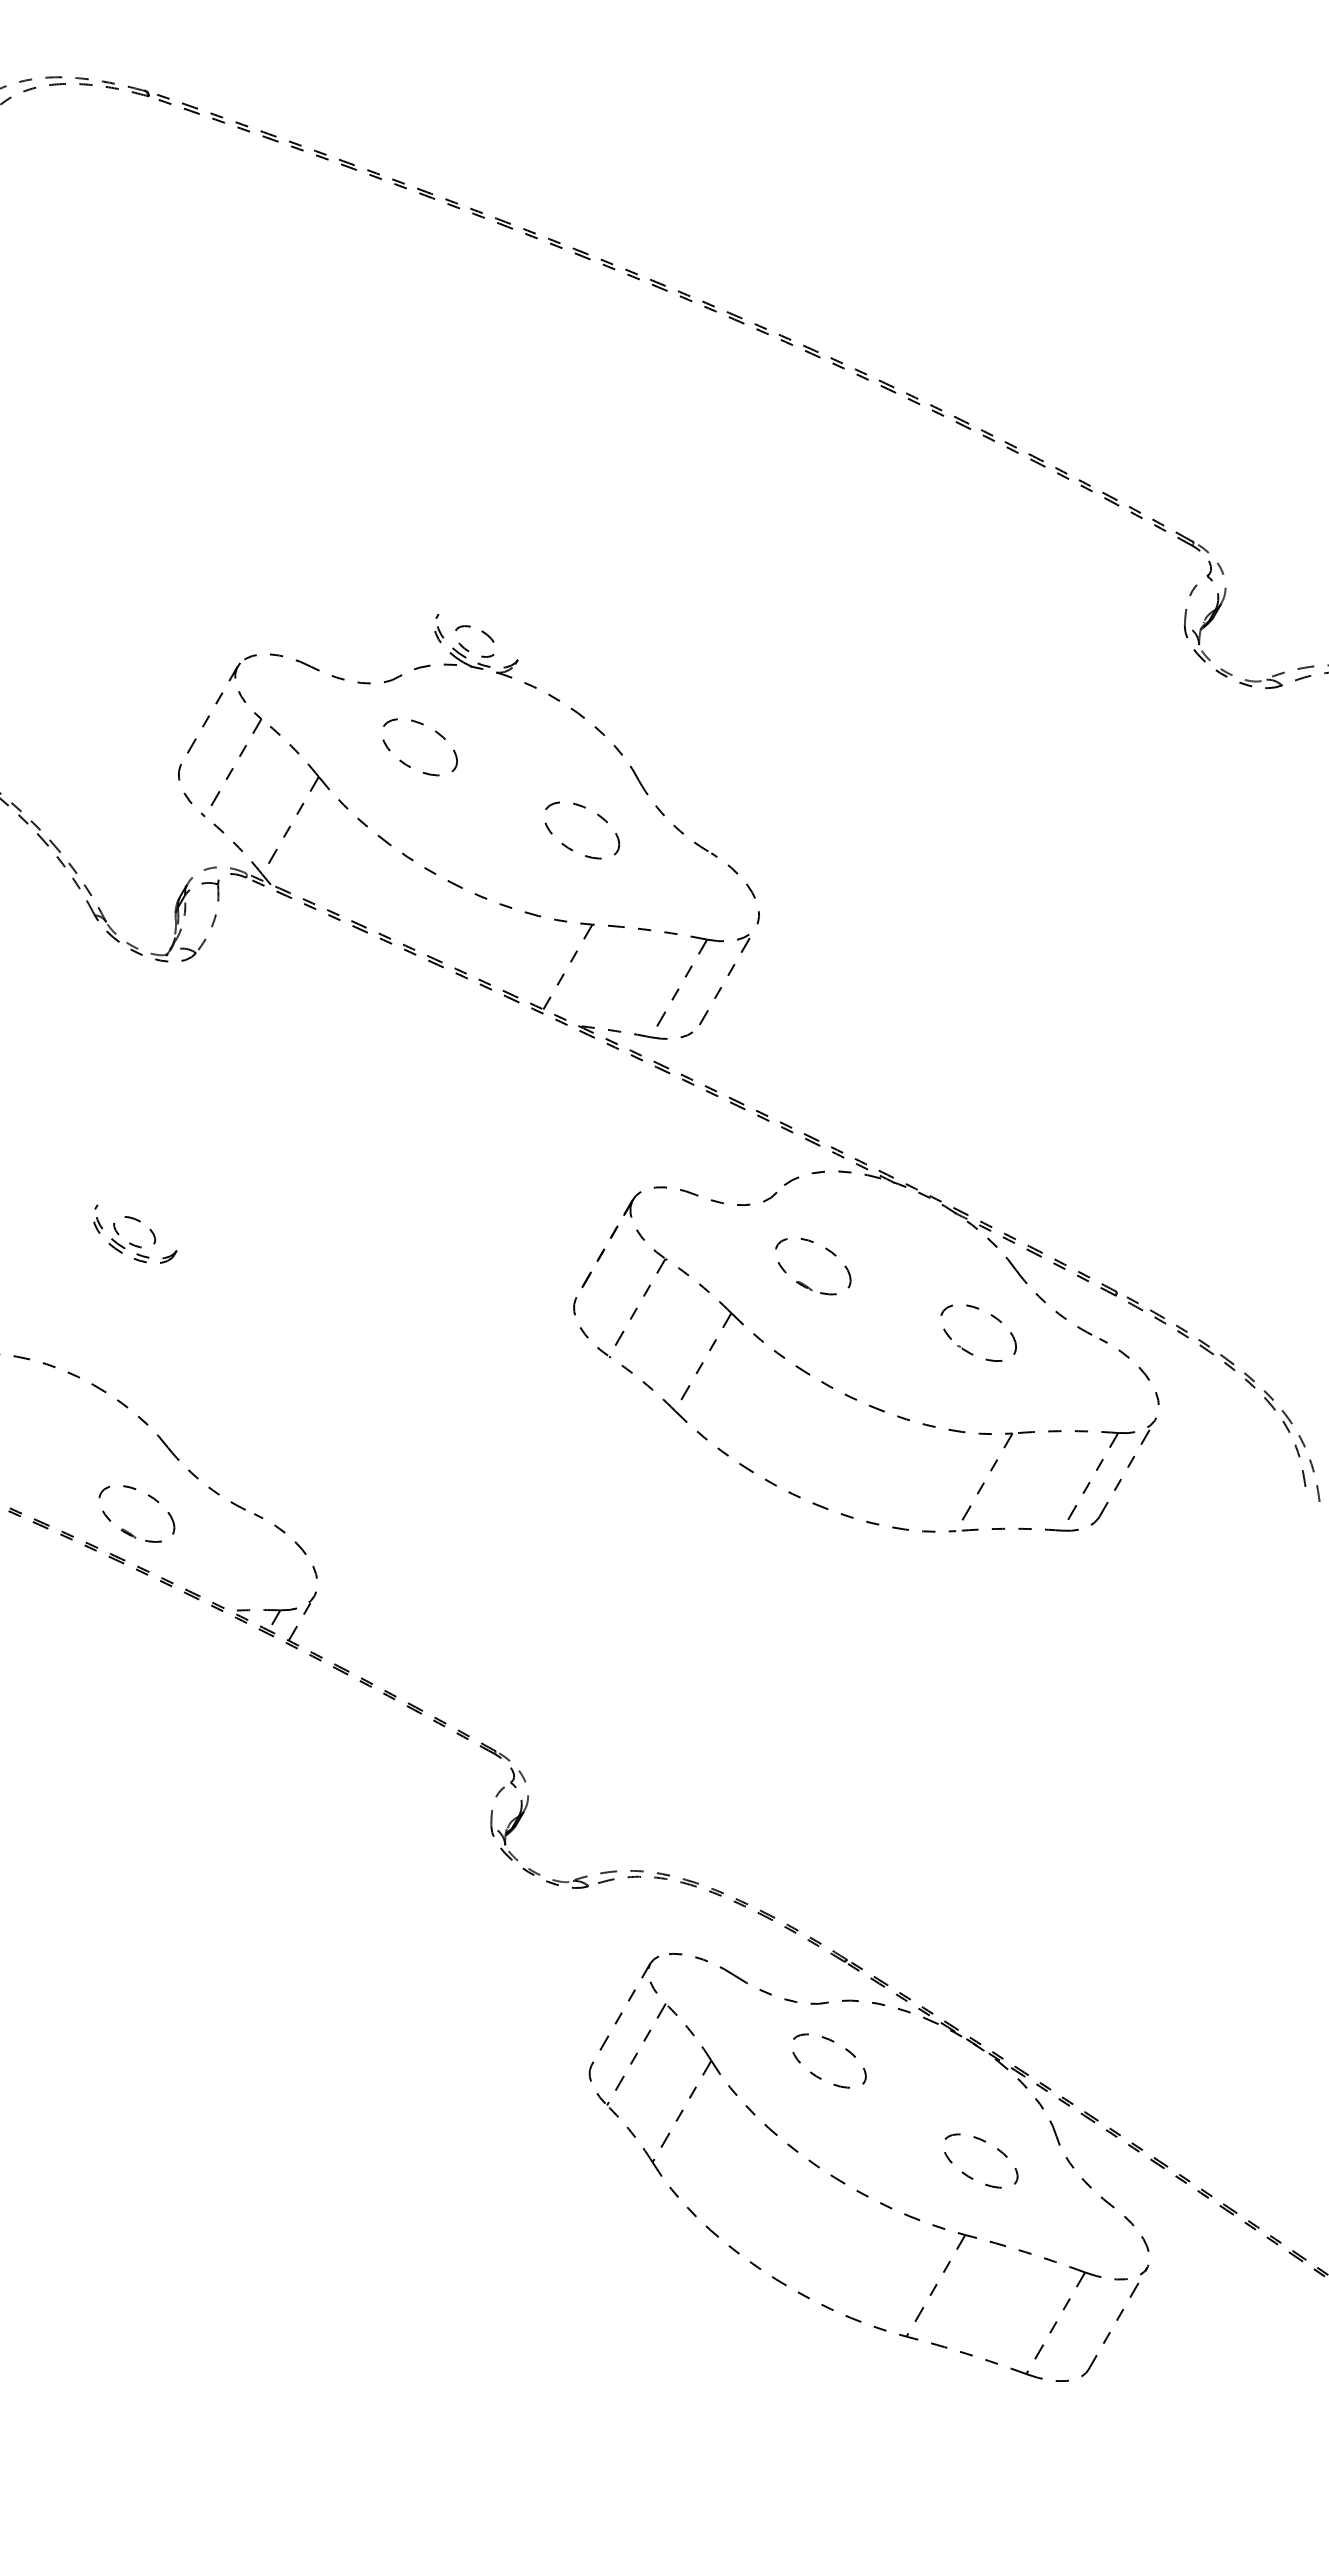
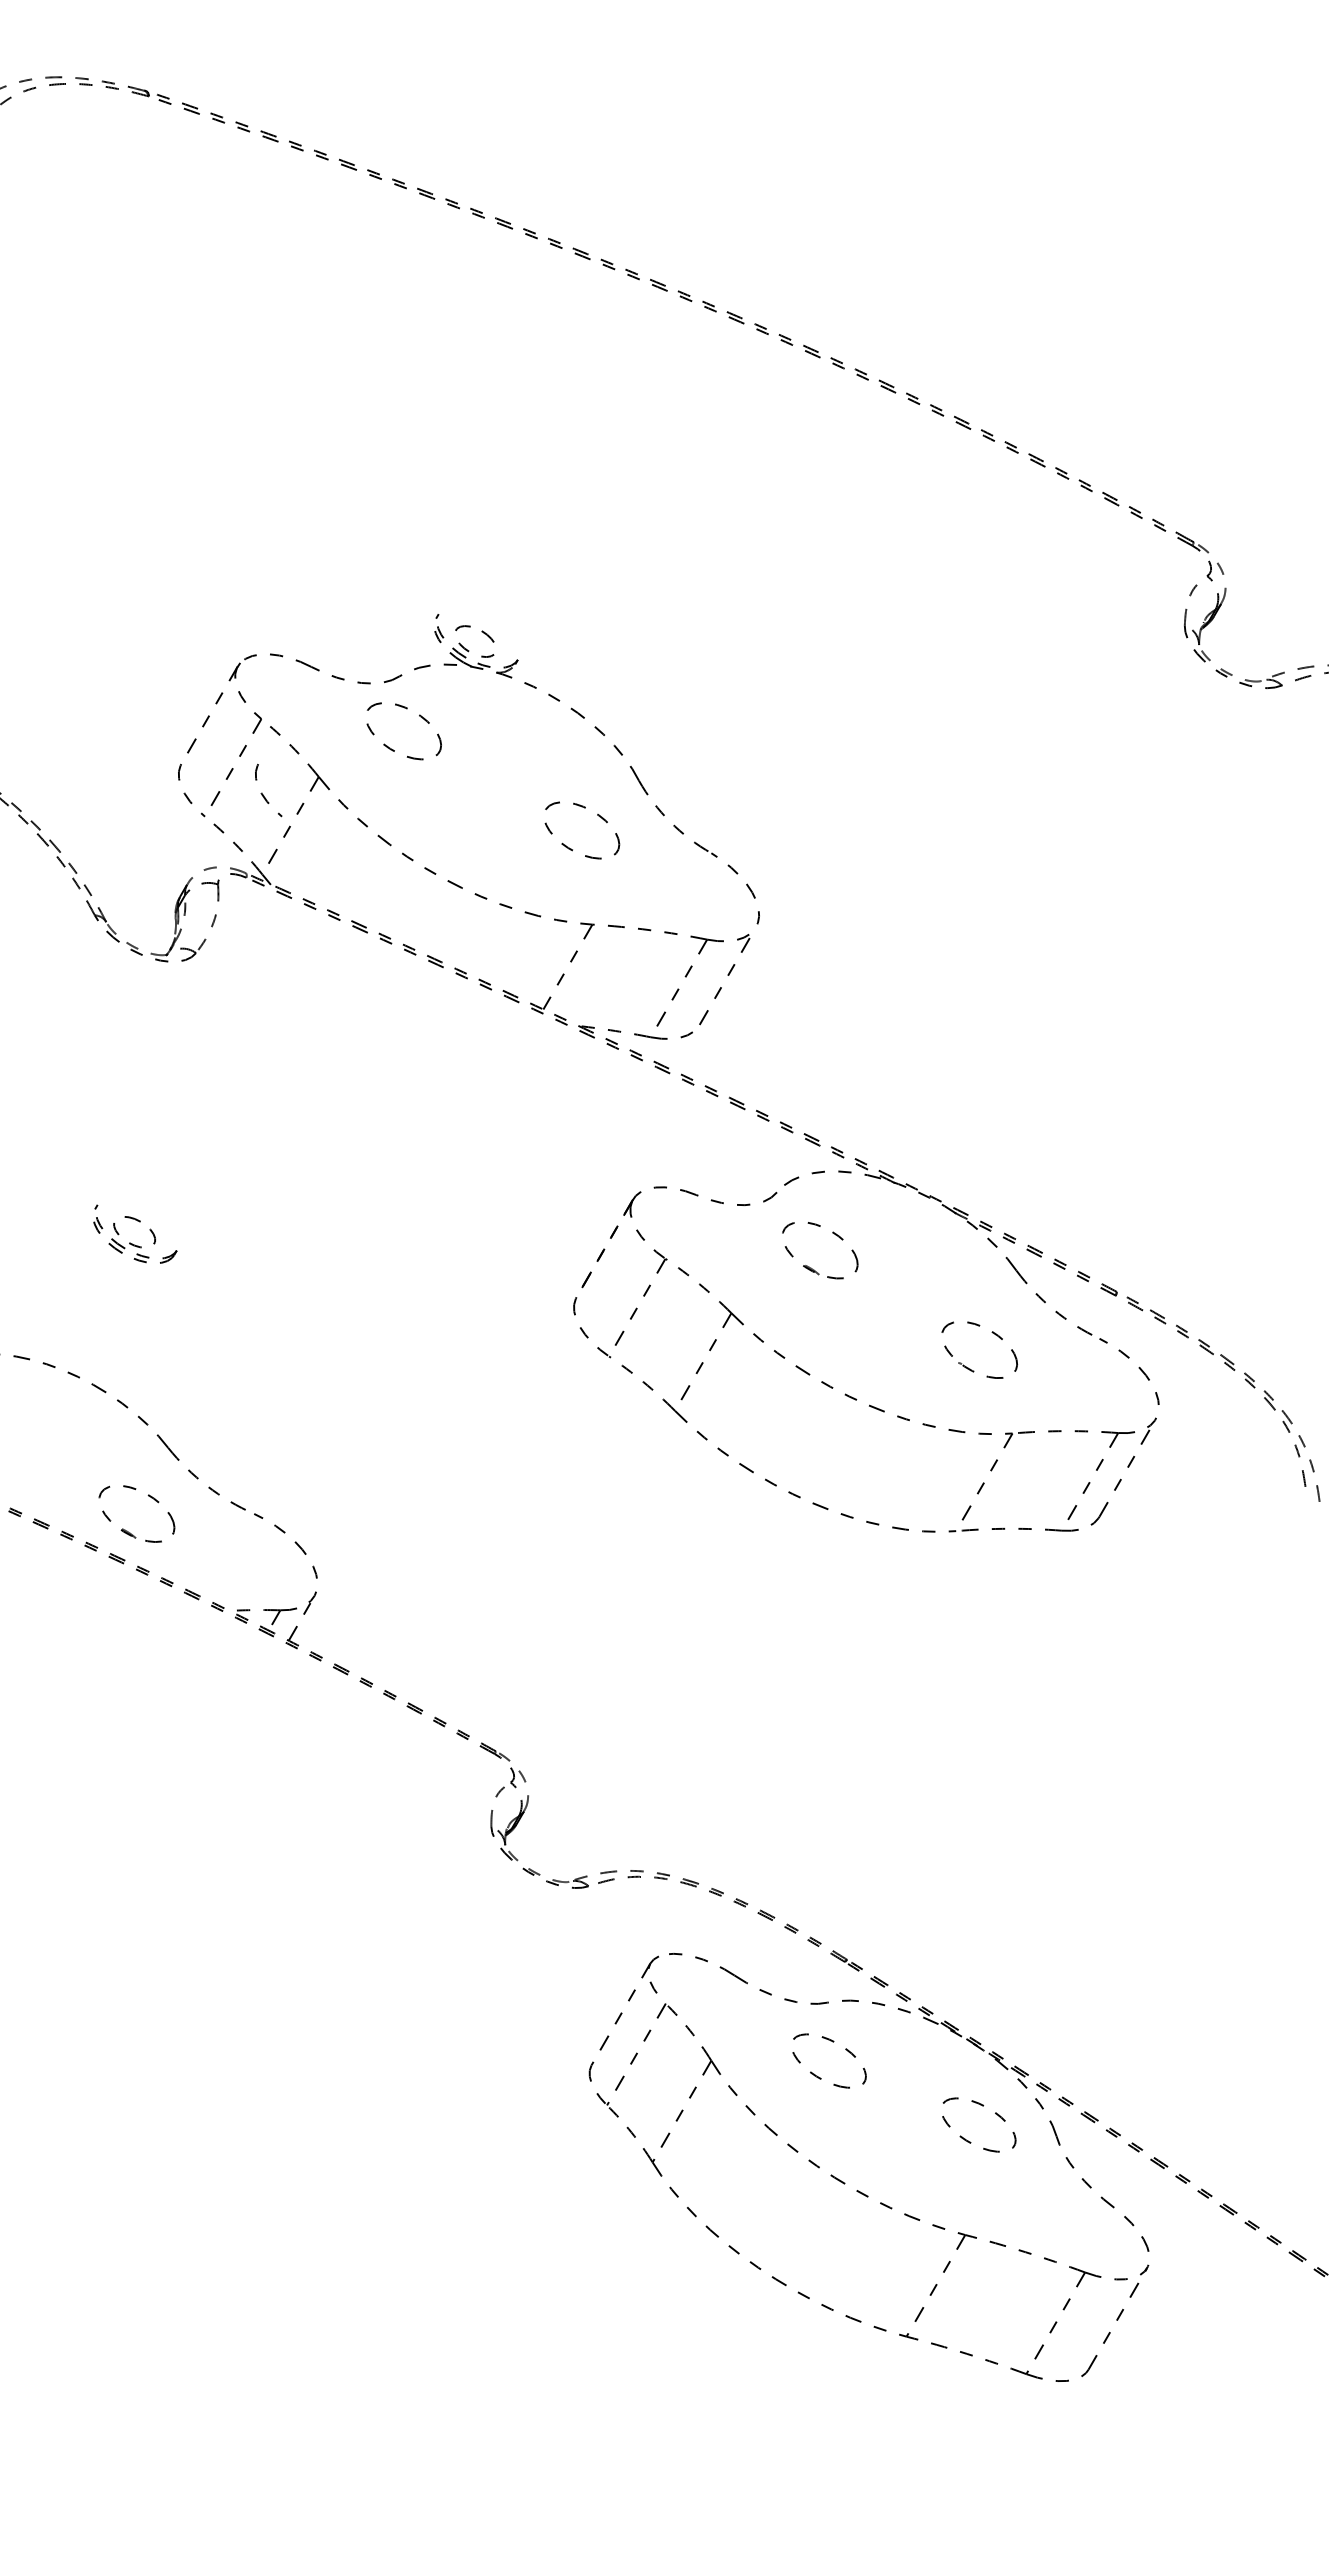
part at (409, 765) position: (409, 765) -> (393, 749)
curve at (262, 792): none -> present
part at (804, 1283) position: (804, 1283) -> (811, 1267)
part at (991, 1316) position: (991, 1316) -> (992, 1333)
part at (984, 2142) position: (984, 2142) -> (982, 2106)
